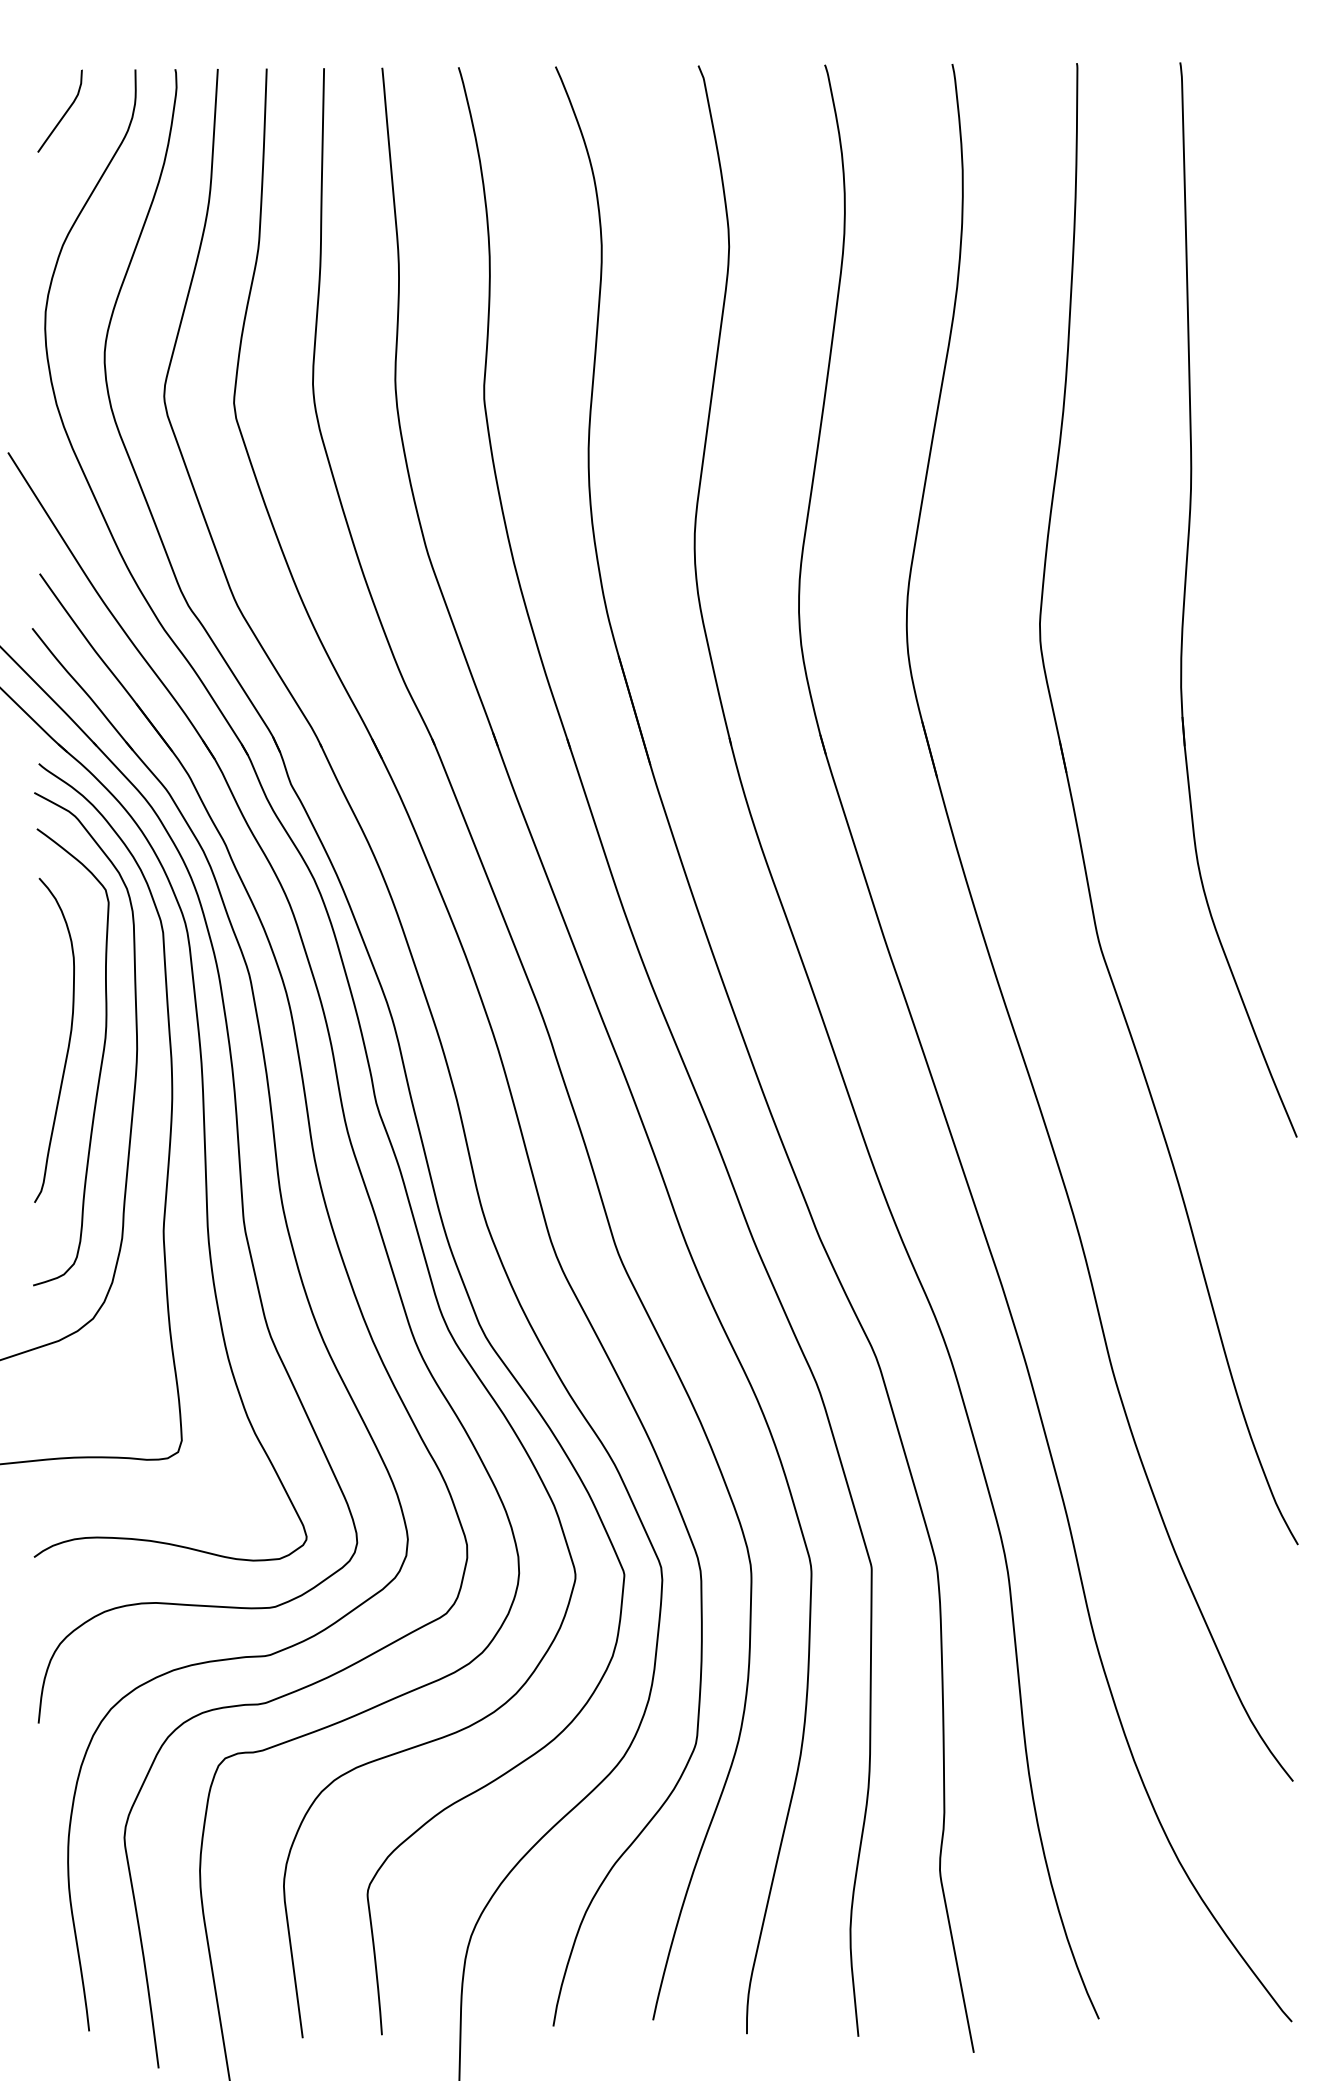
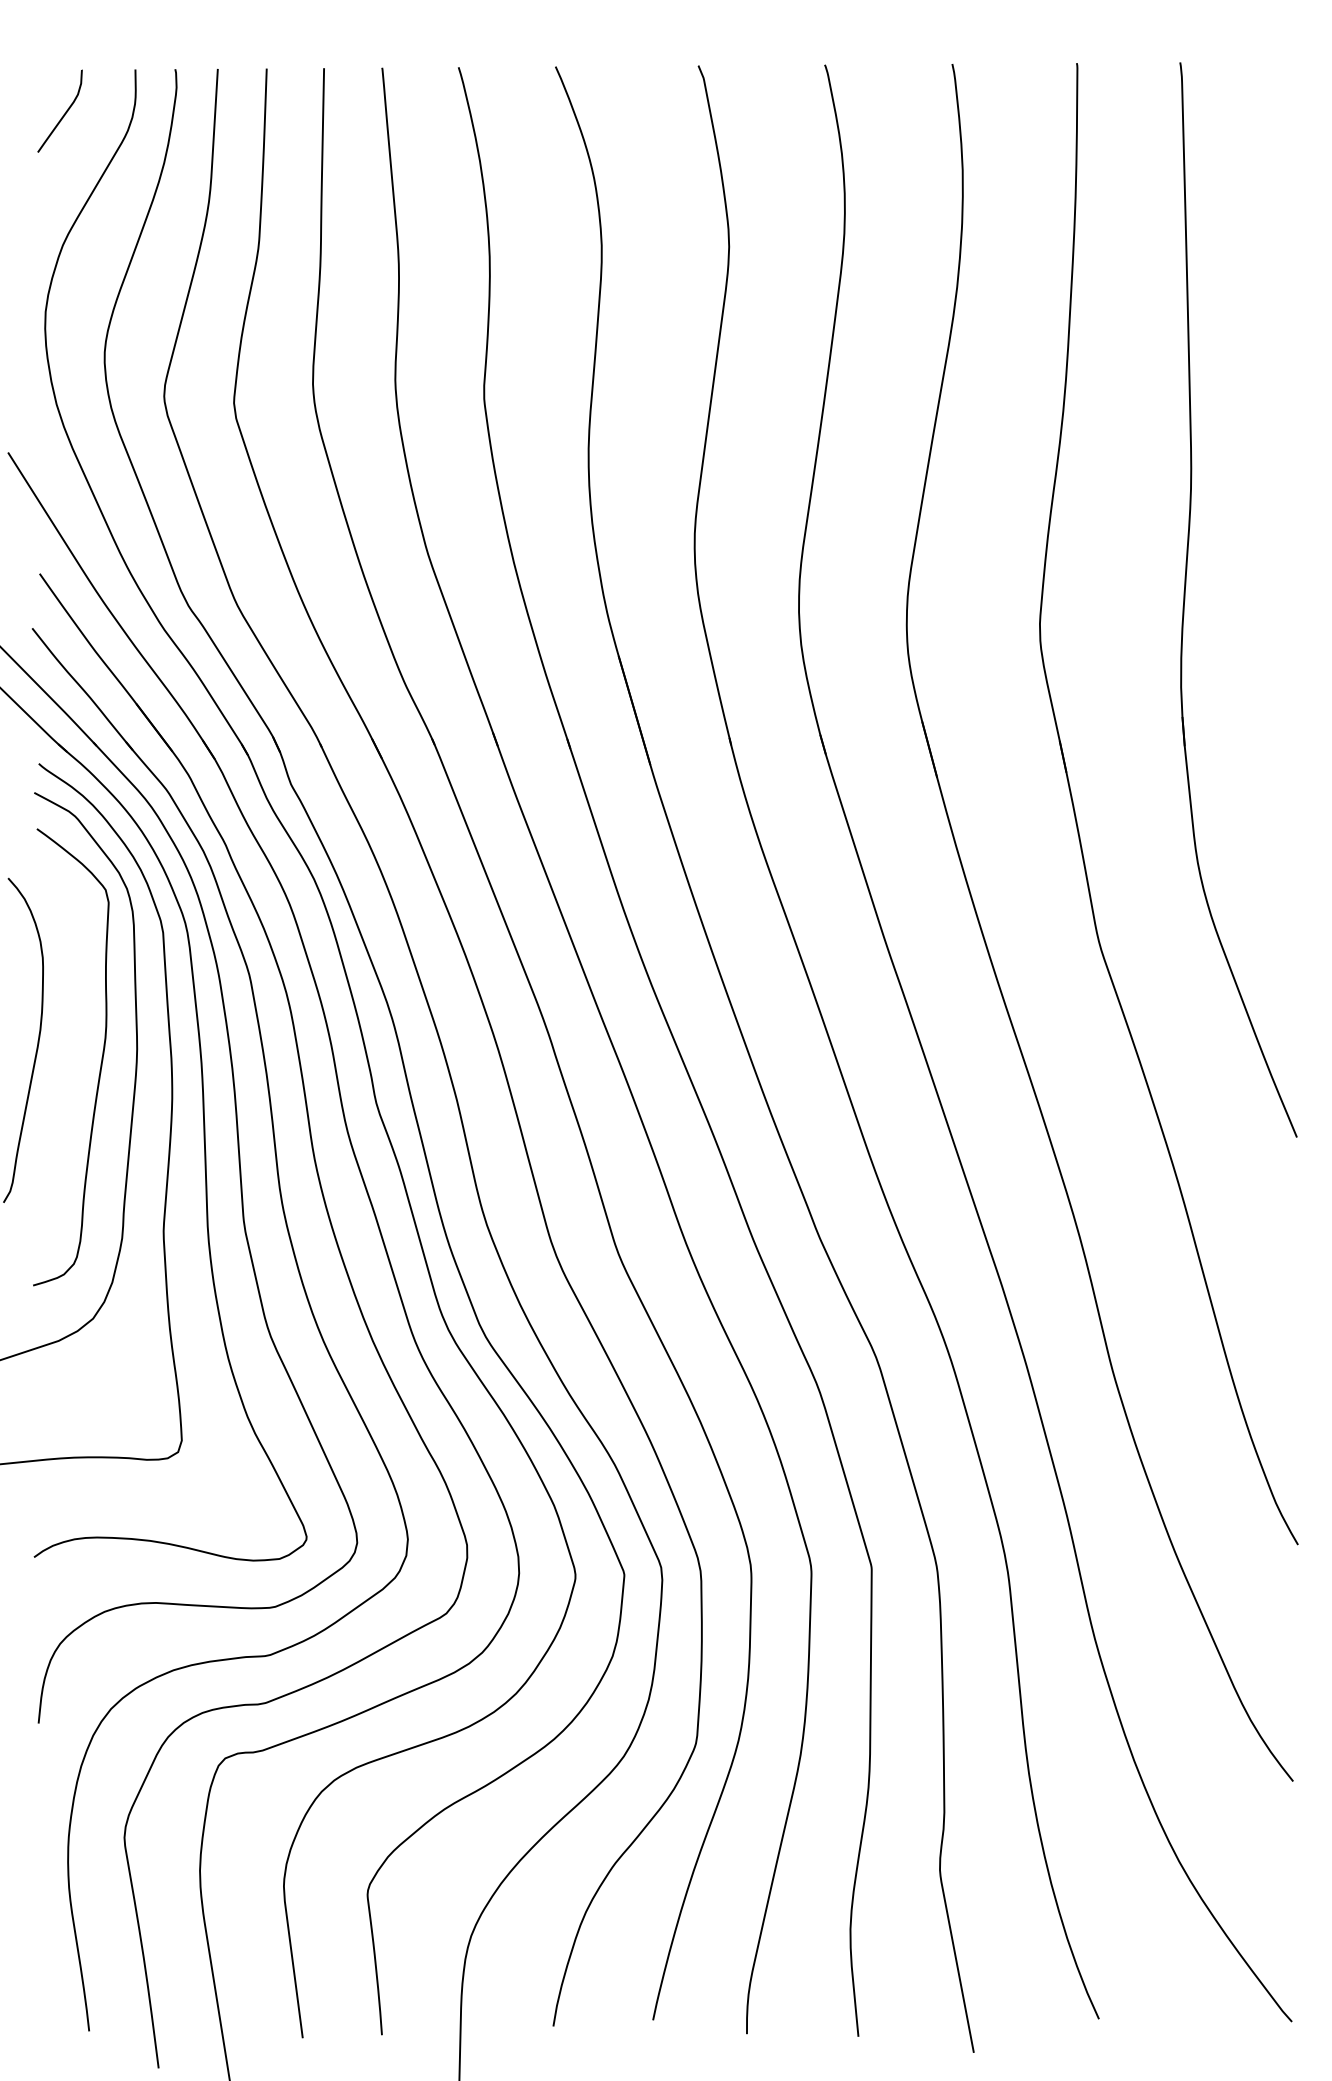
curve at (68, 1040) position: (68, 1040) -> (37, 1040)
